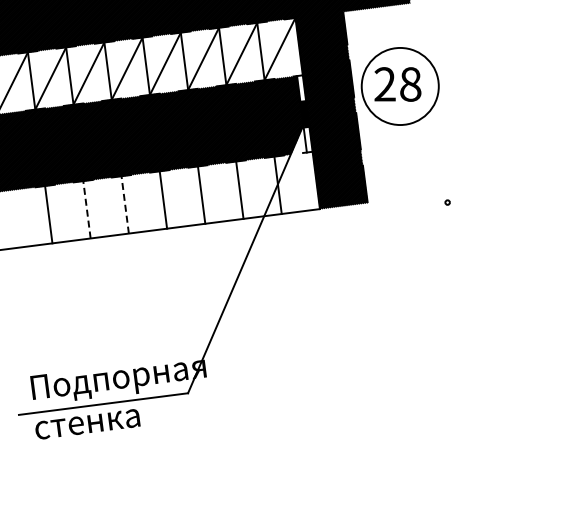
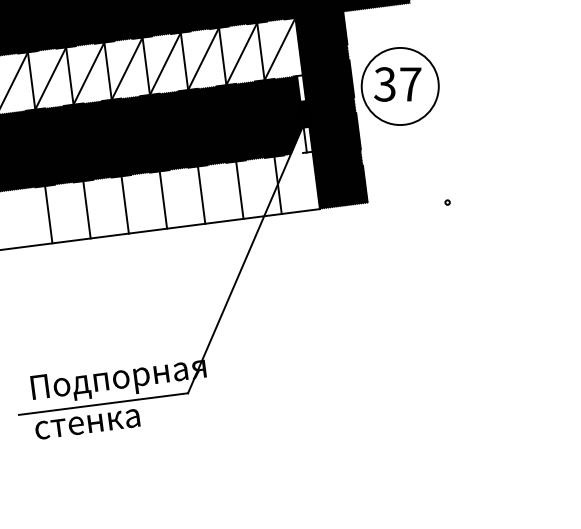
text at (397, 84): 28 -> 37
line at (125, 204): dashed -> solid
line at (86, 209): dashed -> solid
